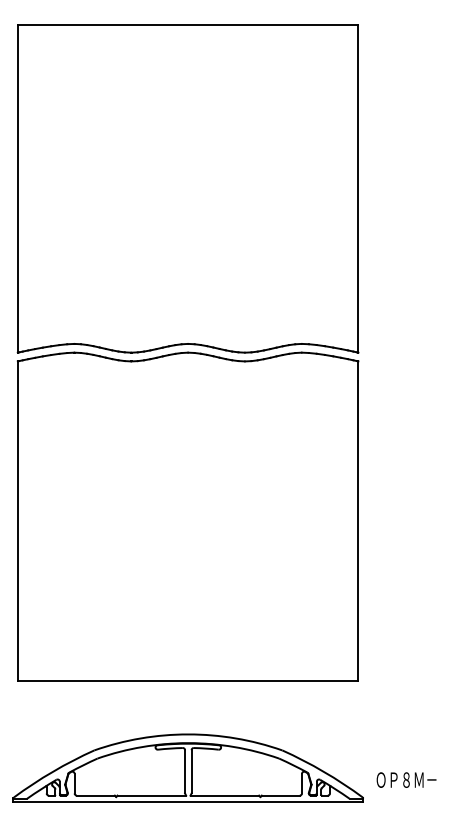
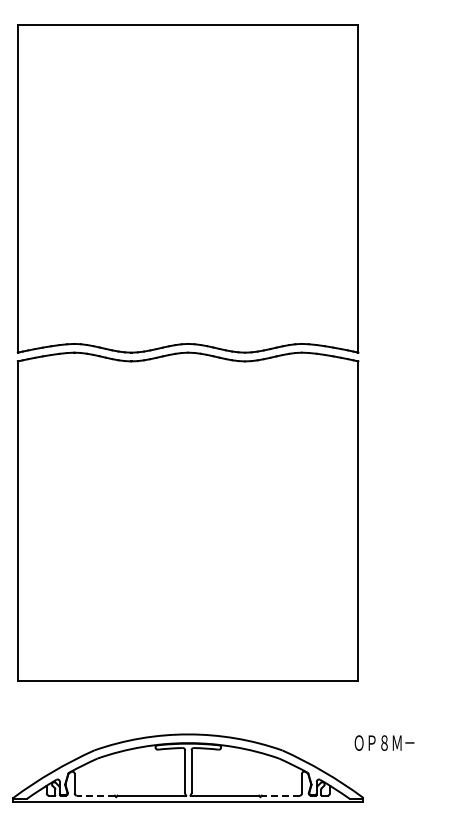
text at (406, 779) position: (406, 779) -> (384, 742)
line at (95, 795): solid -> dashed
line at (280, 795): solid -> dashed
